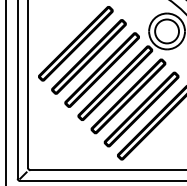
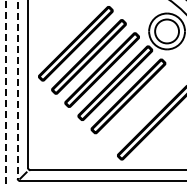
line at (17, 89): solid -> dashed
line at (5, 93): solid -> dashed
part at (141, 109): present -> none
